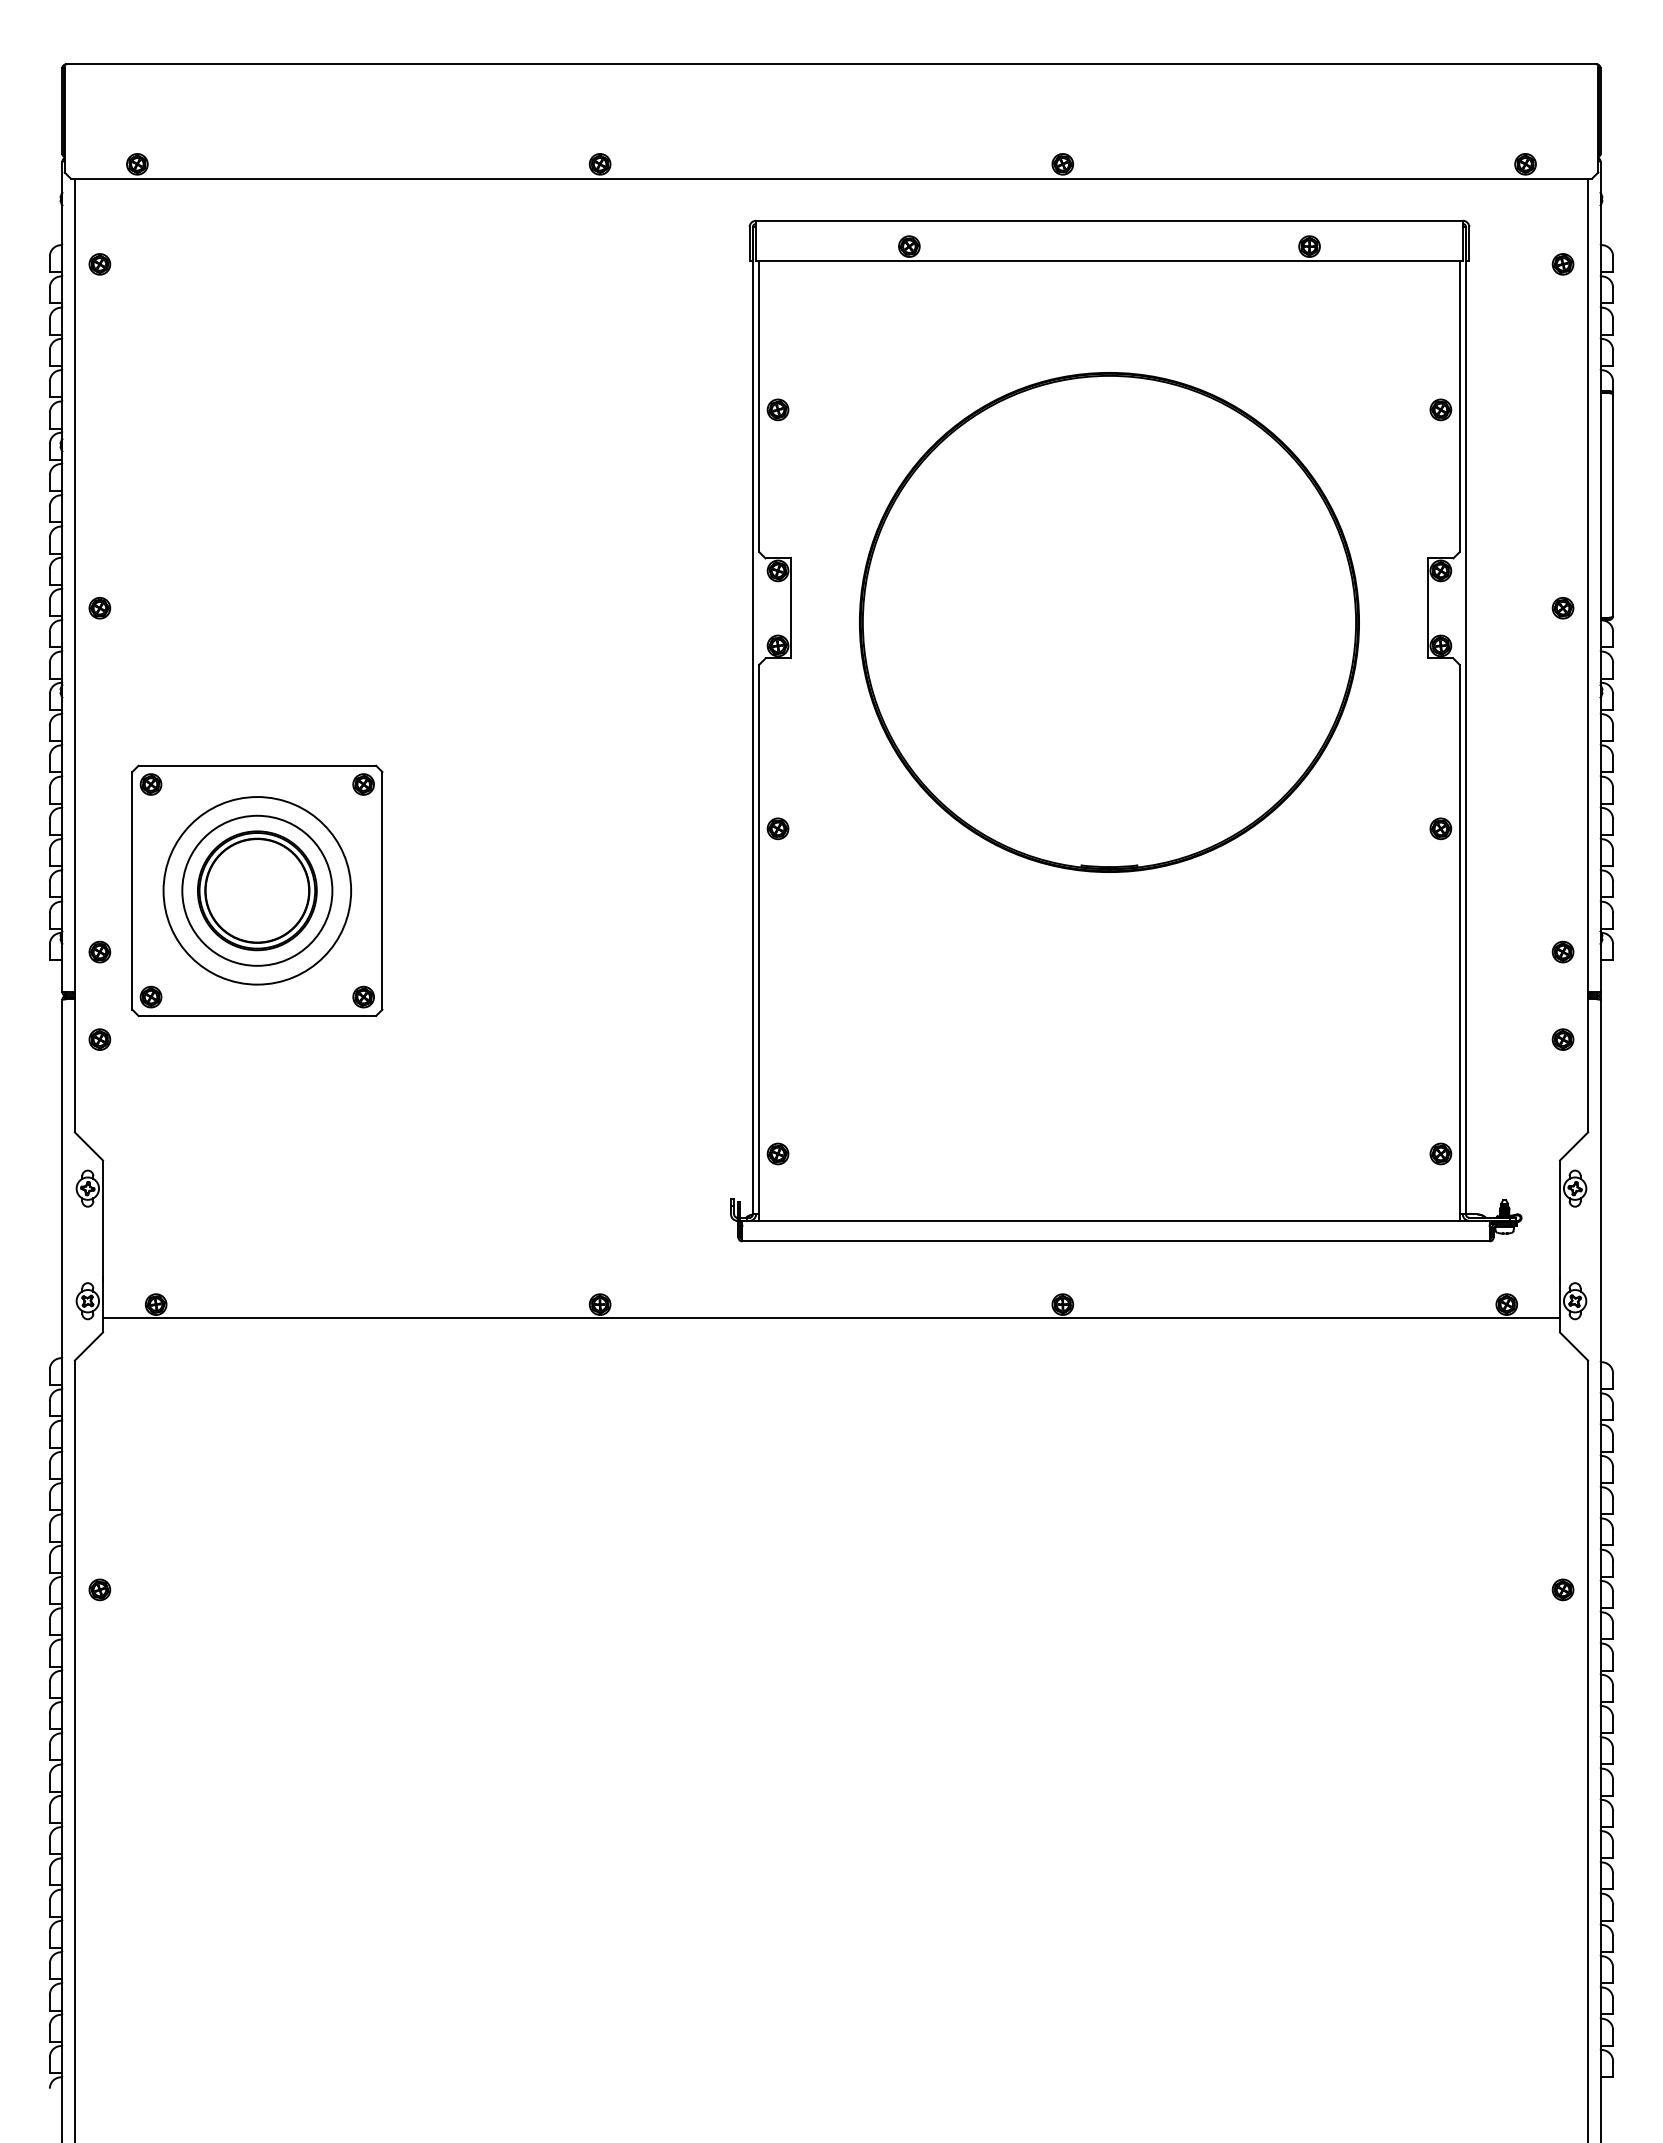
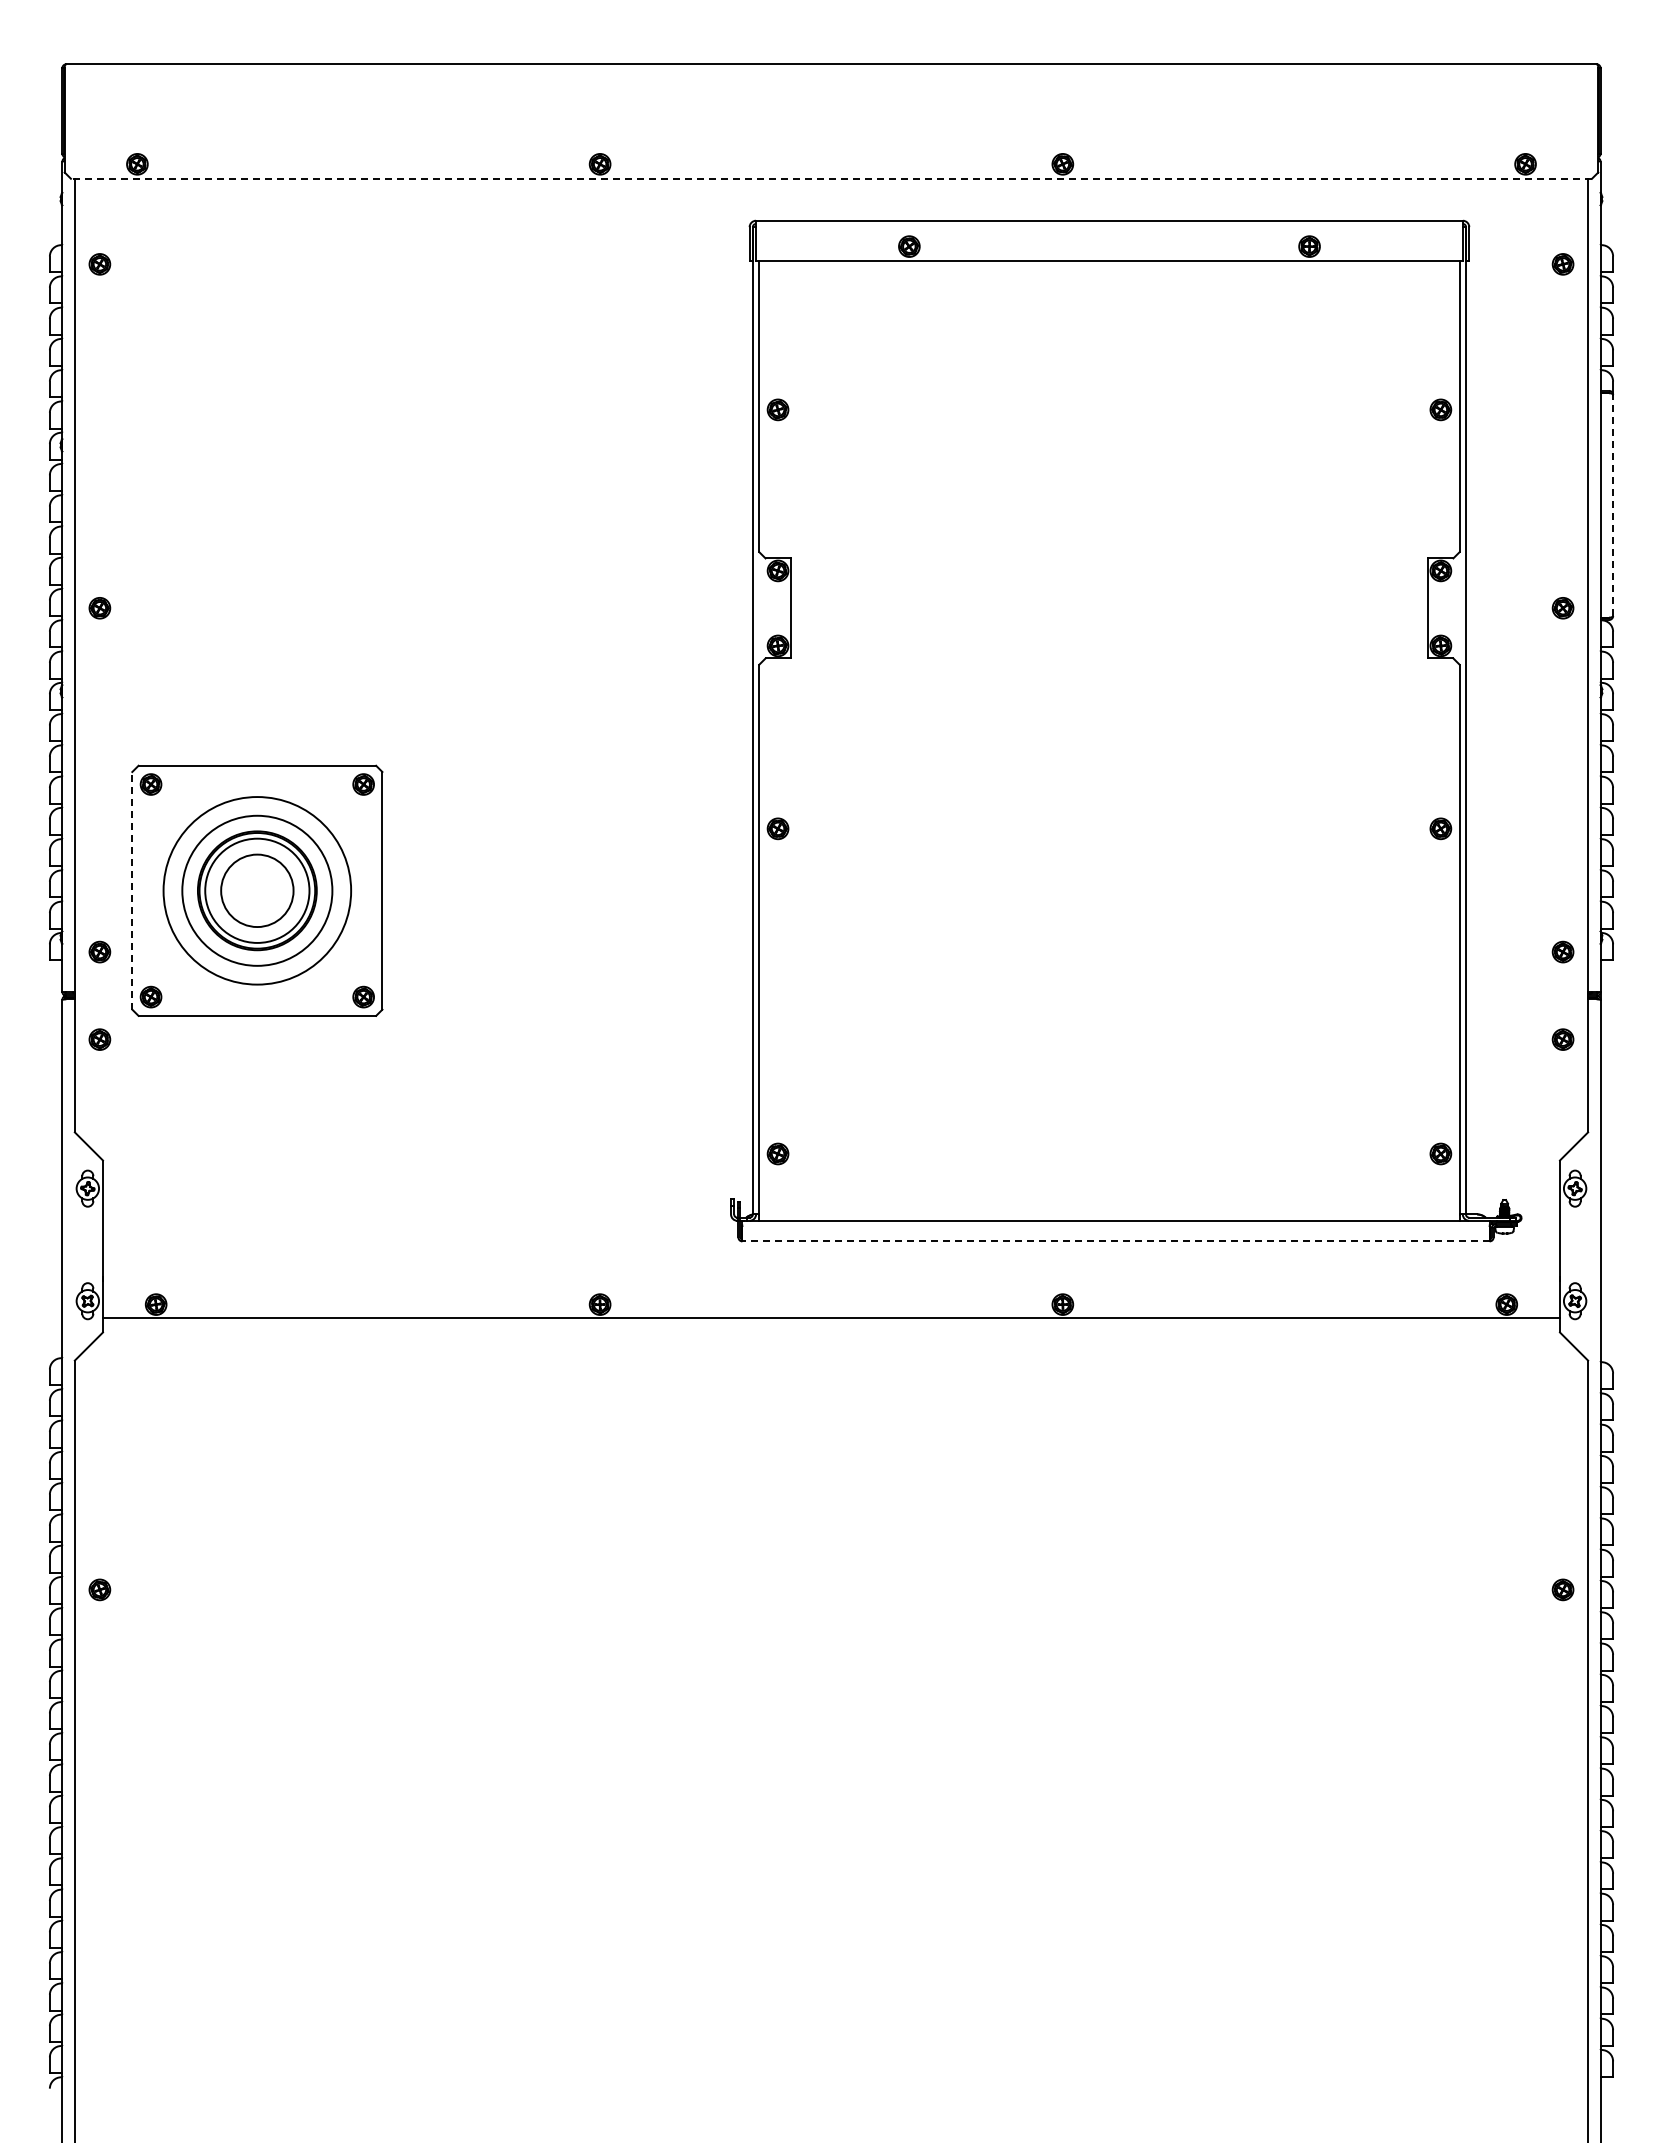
line at (831, 178): solid -> dashed
line at (1613, 505): solid -> dashed
part at (1109, 622): present -> none
line at (132, 890): solid -> dashed
circle at (257, 890) diameter: 103 px -> 72 px
line at (1116, 1241): solid -> dashed
